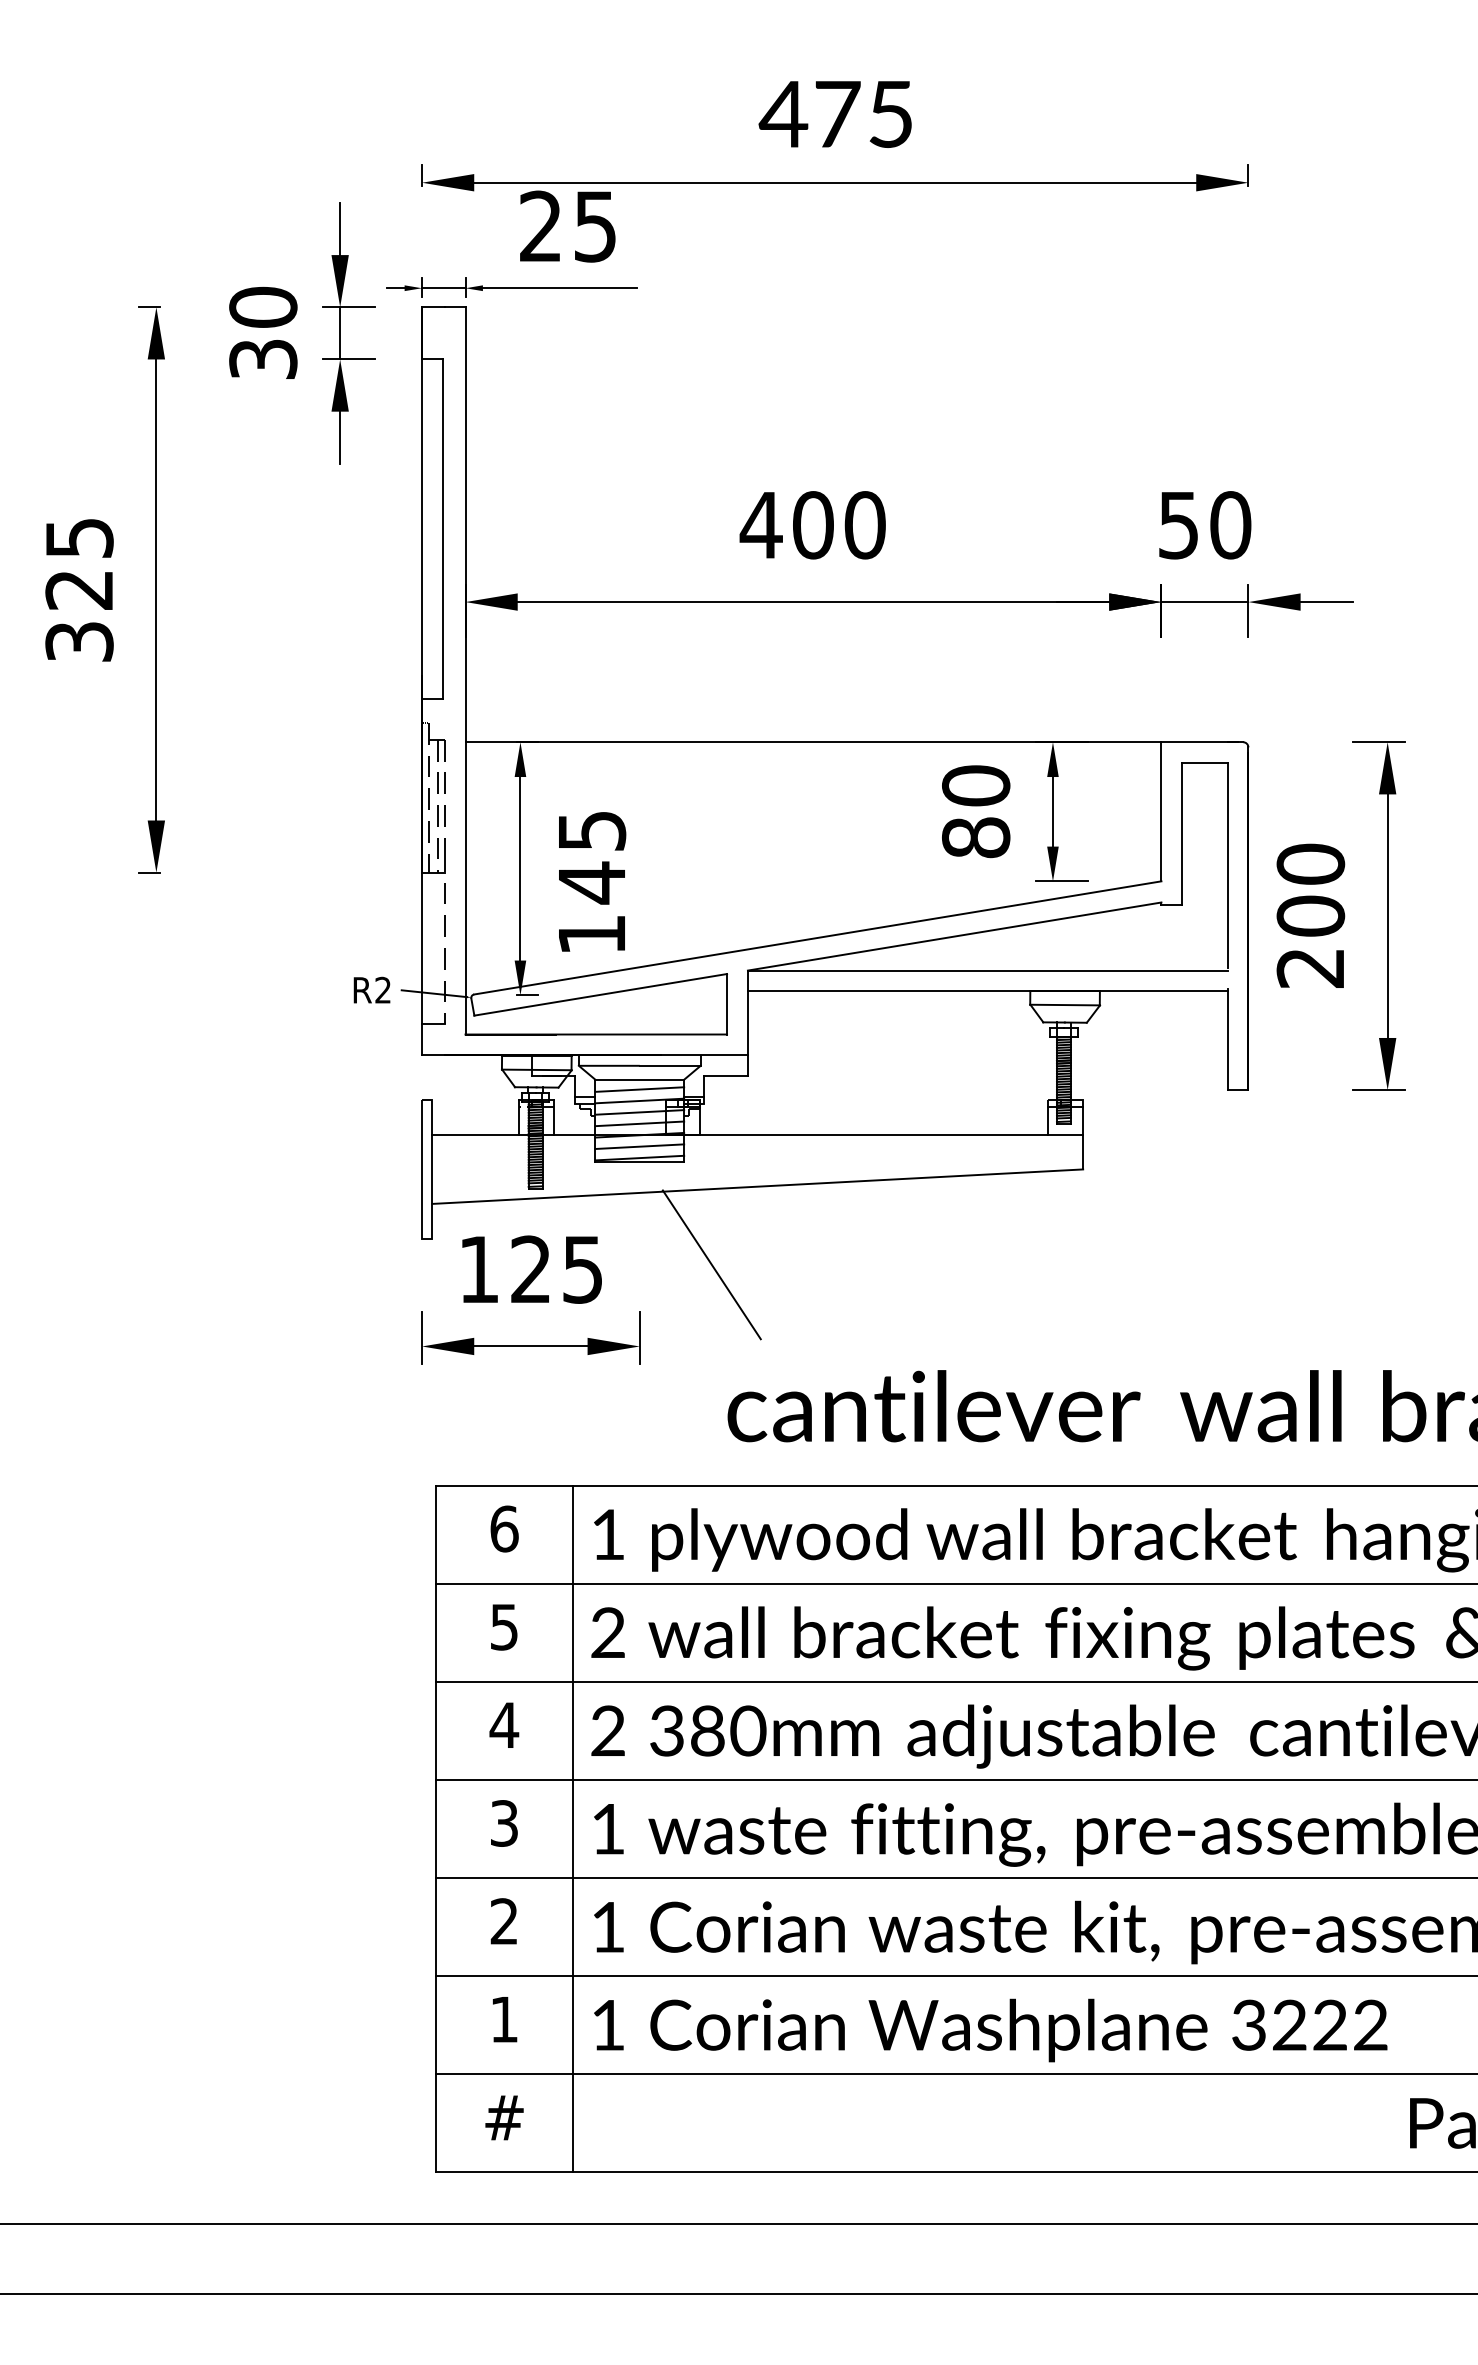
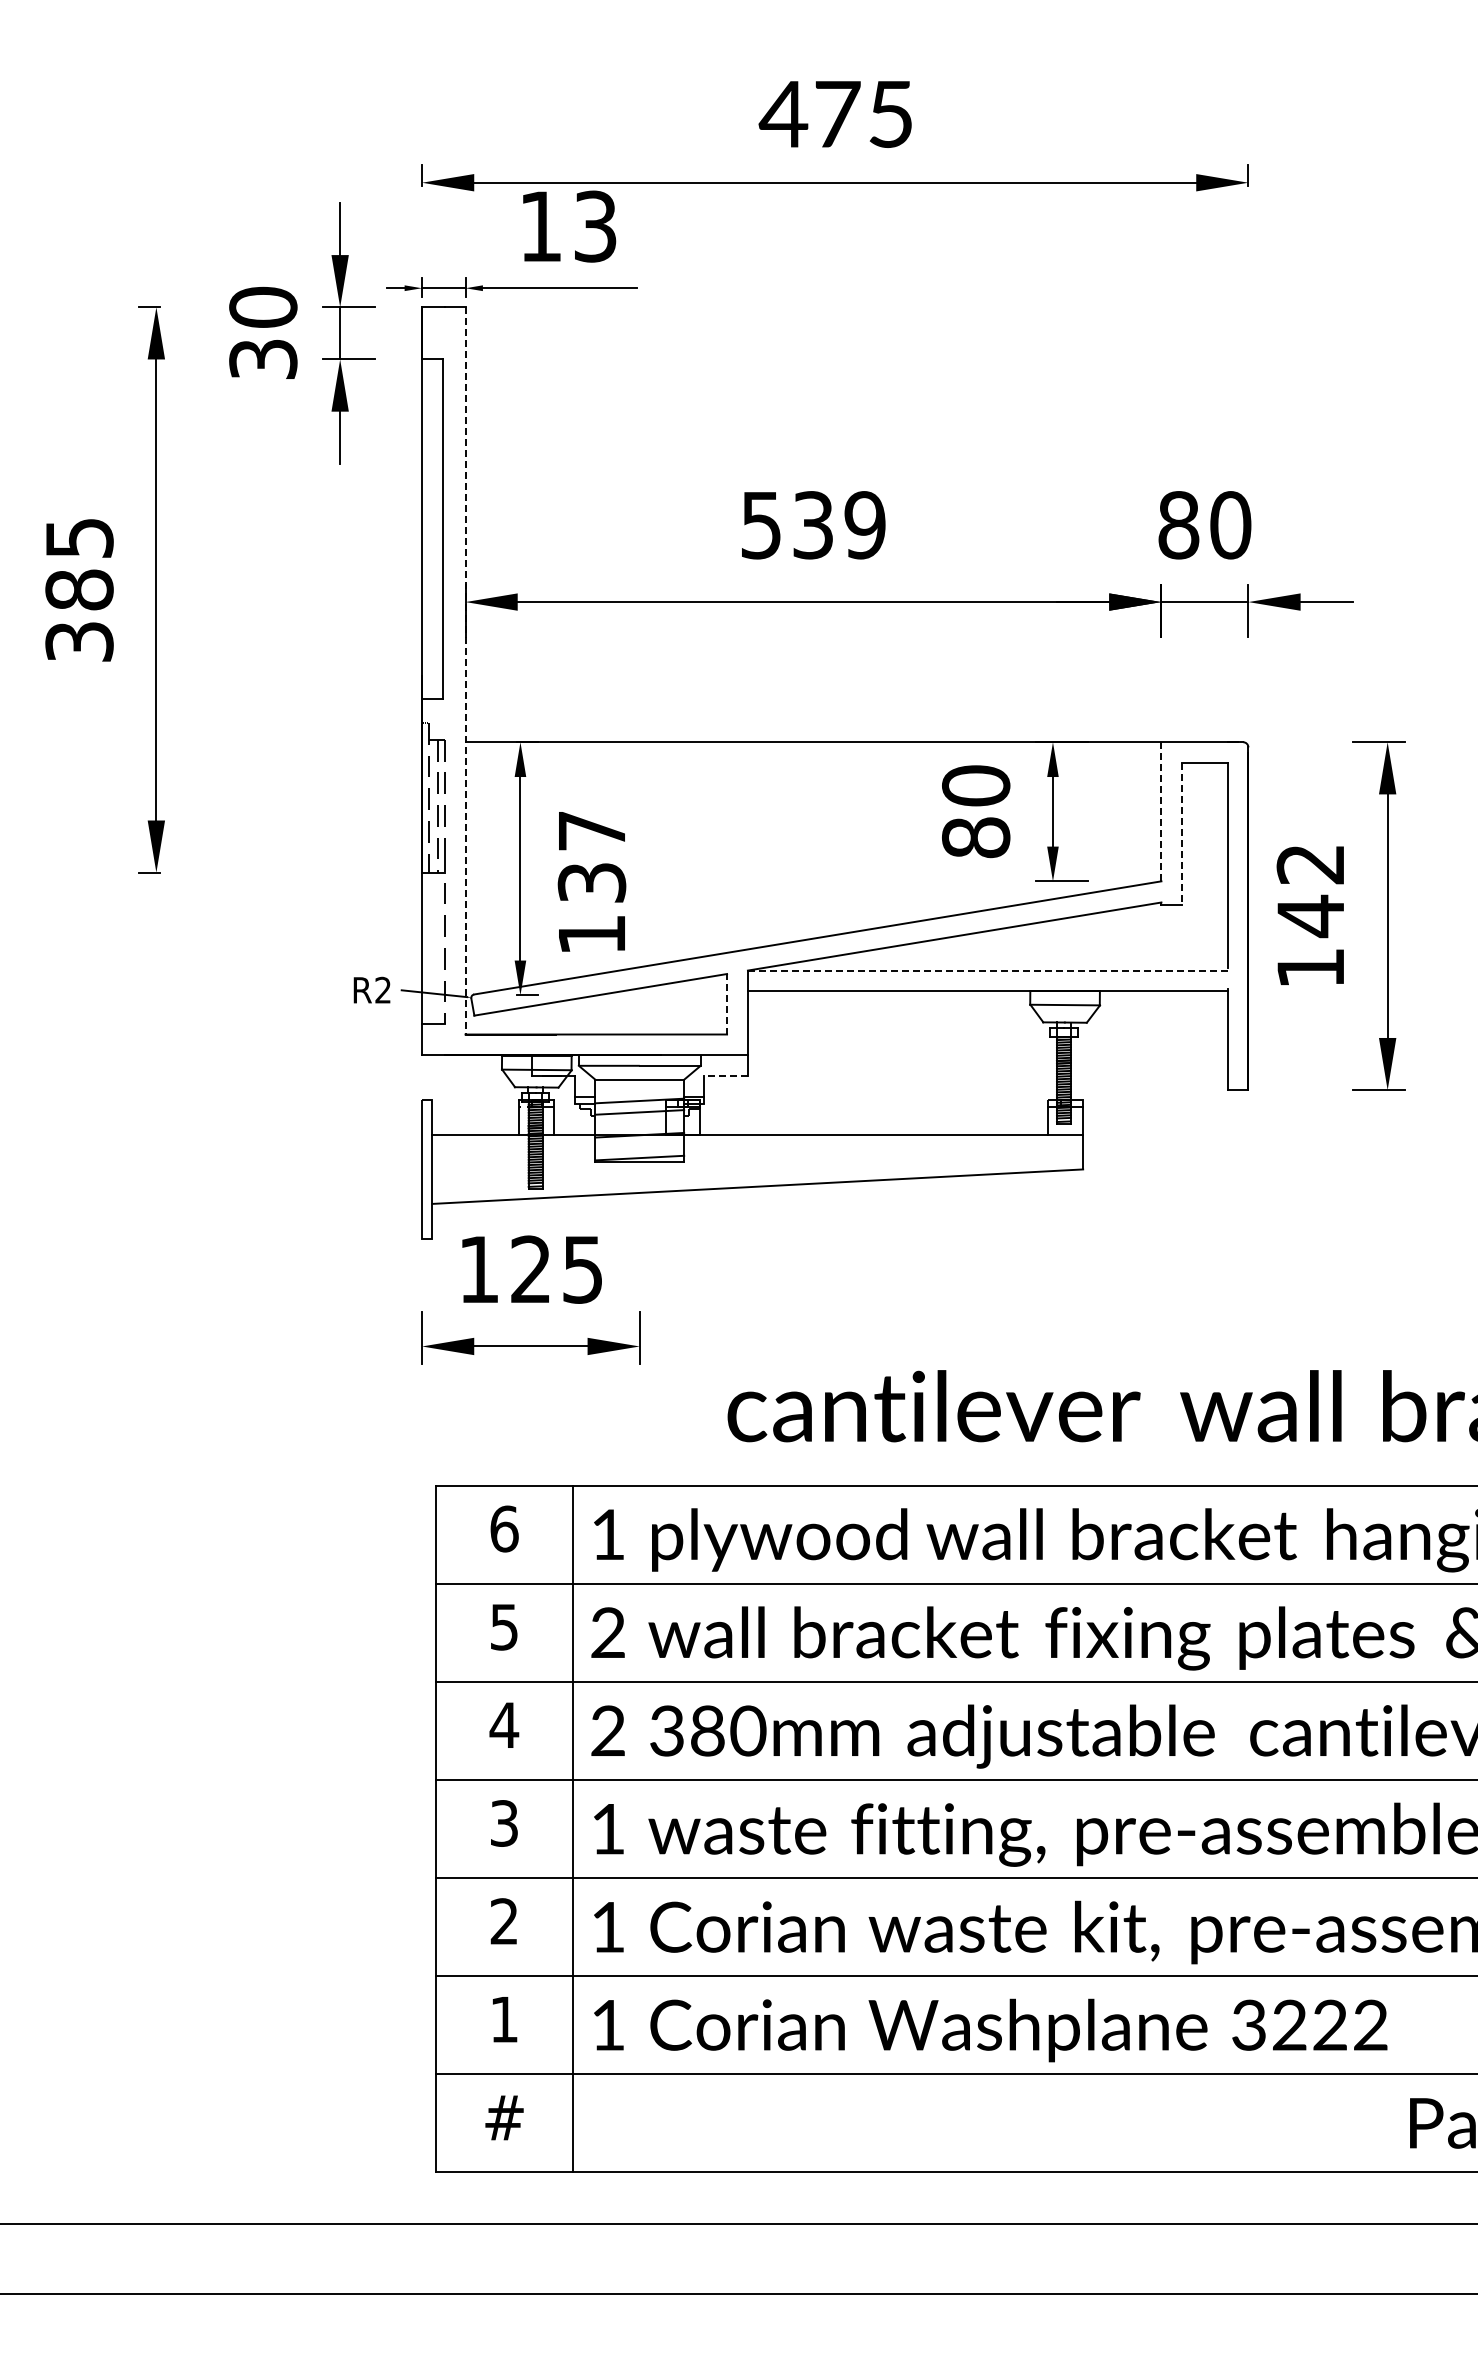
text at (568, 226): 25 -> 13
text at (812, 525): 400 -> 539
text at (1178, 525): 50 -> 80
text at (79, 589): 325 -> 385
line at (465, 670): solid -> dashed
line at (1161, 811): solid -> dashed
line at (1182, 833): solid -> dashed
text at (591, 858): 145 -> 137
text at (1310, 915): 200 -> 142
line at (987, 970): solid -> dashed
line at (727, 1003): solid -> dashed
line at (725, 1076): solid -> dashed
line at (639, 1089): present -> none
line at (639, 1123): present -> none
line at (639, 1146): present -> none
line at (711, 1264): present -> none
